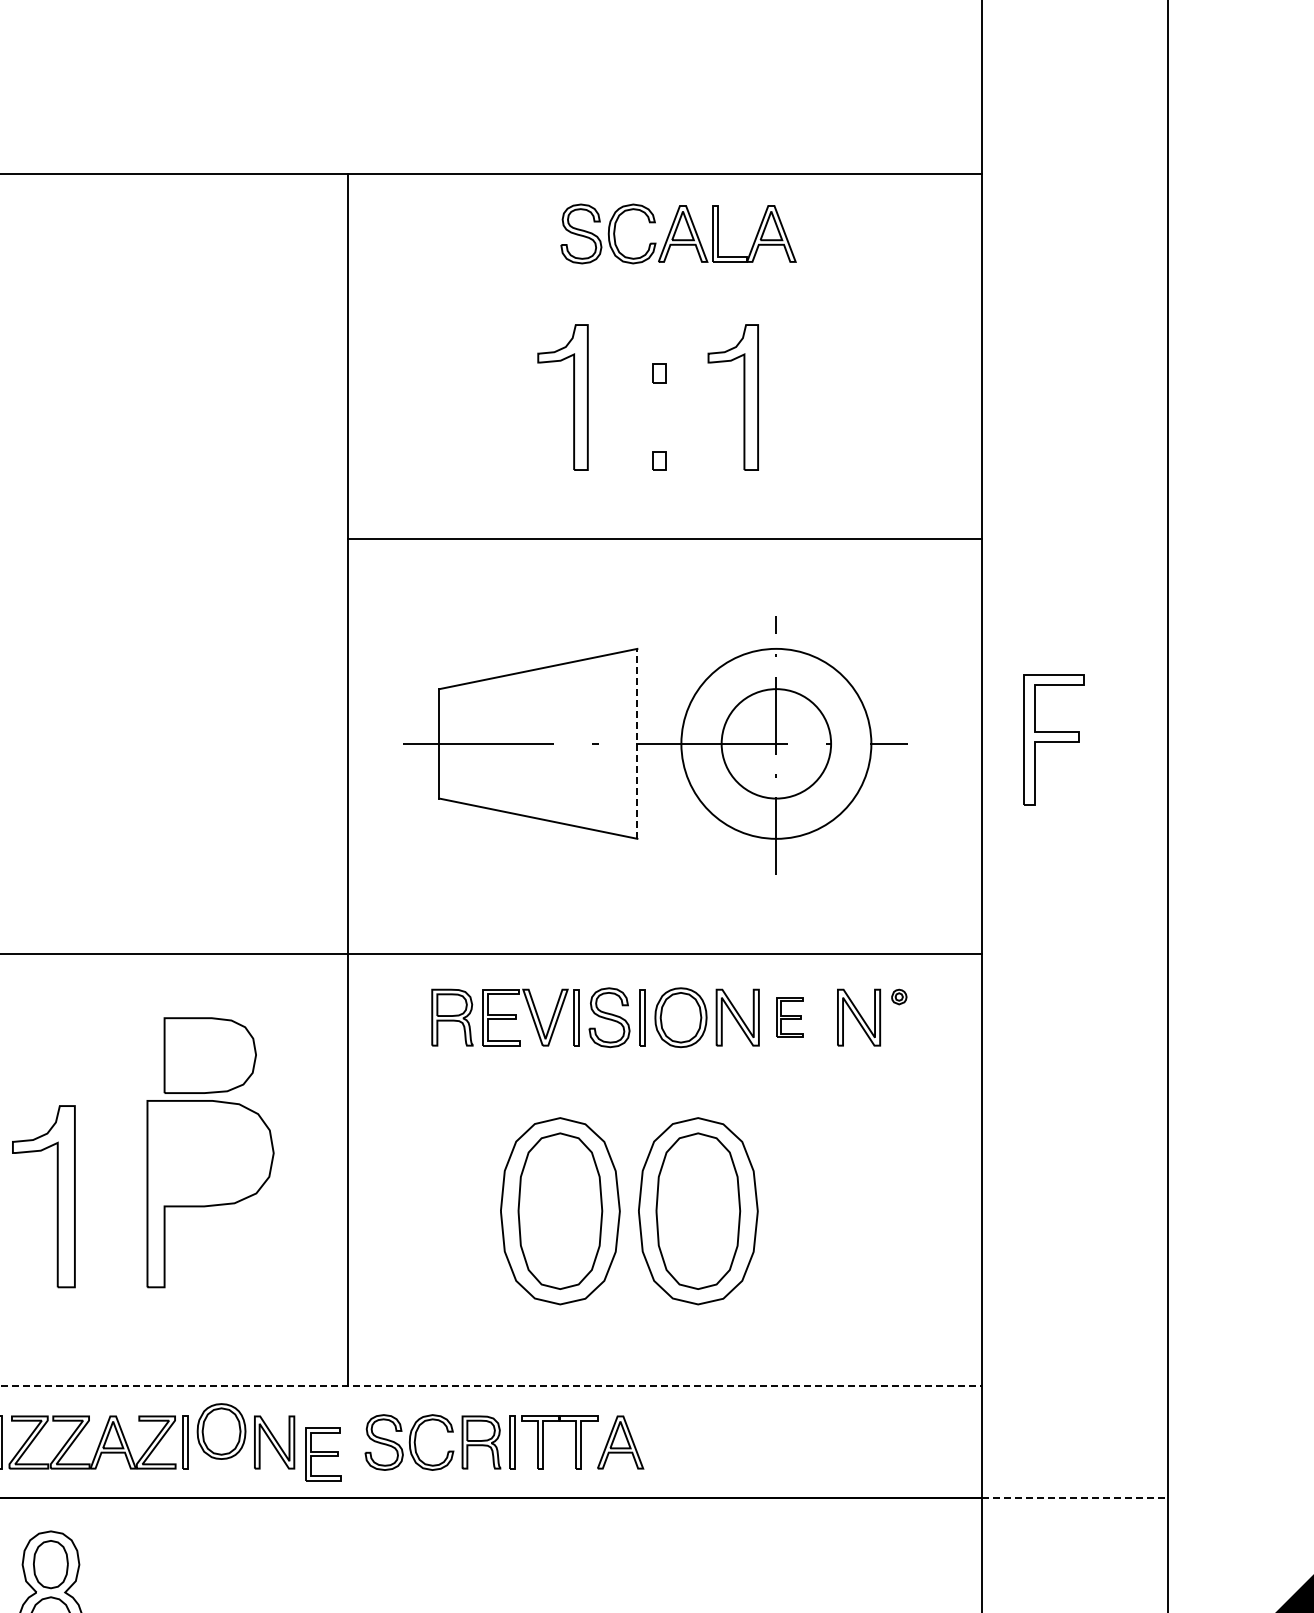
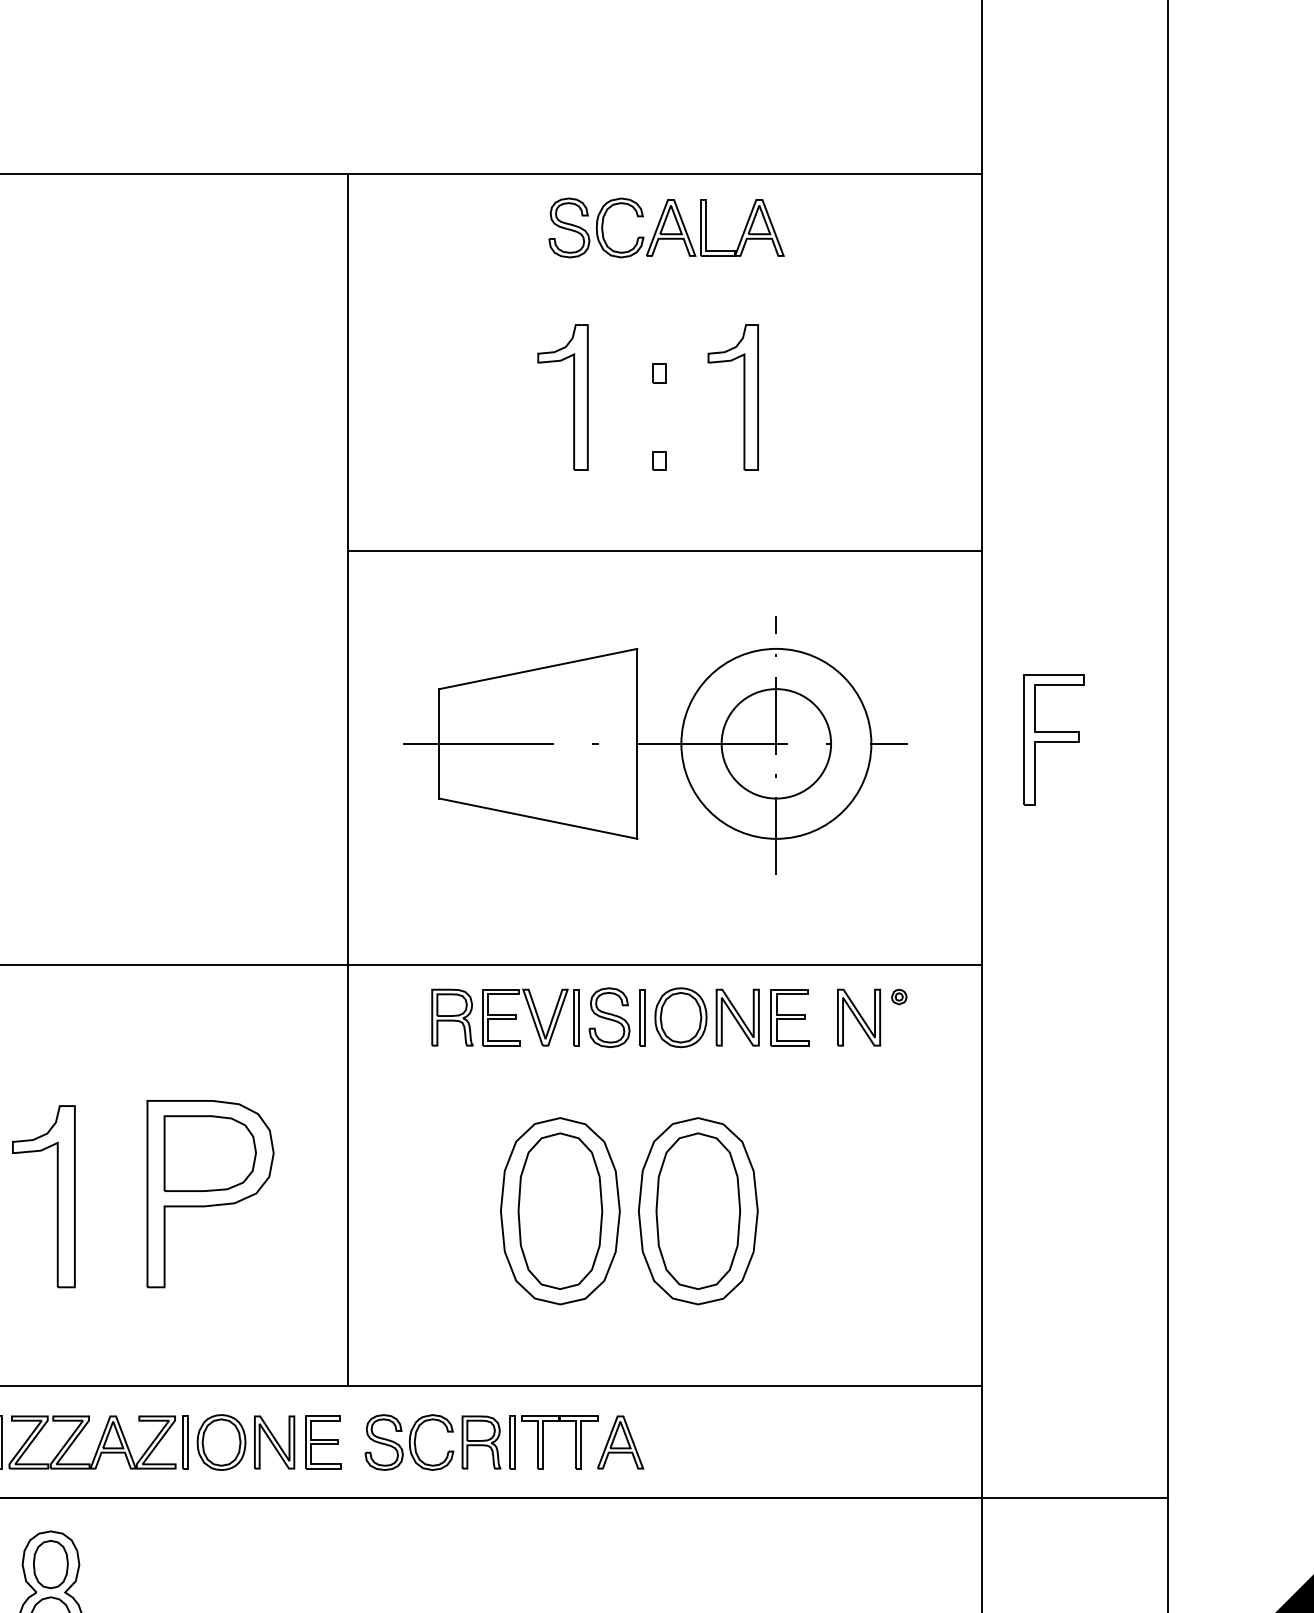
part at (678, 233) position: (678, 233) -> (666, 227)
line at (664, 539) position: (664, 539) -> (664, 551)
line at (637, 743): dashed -> solid
line at (491, 953) position: (491, 953) -> (491, 964)
part at (789, 1017) size: 28x41 px -> 40x58 px
part at (209, 1055) position: (209, 1055) -> (209, 1153)
line at (491, 1385): dashed -> solid
part at (221, 1431) position: (221, 1431) -> (221, 1442)
part at (323, 1454) position: (323, 1454) -> (323, 1442)
line at (1075, 1497): dashed -> solid
